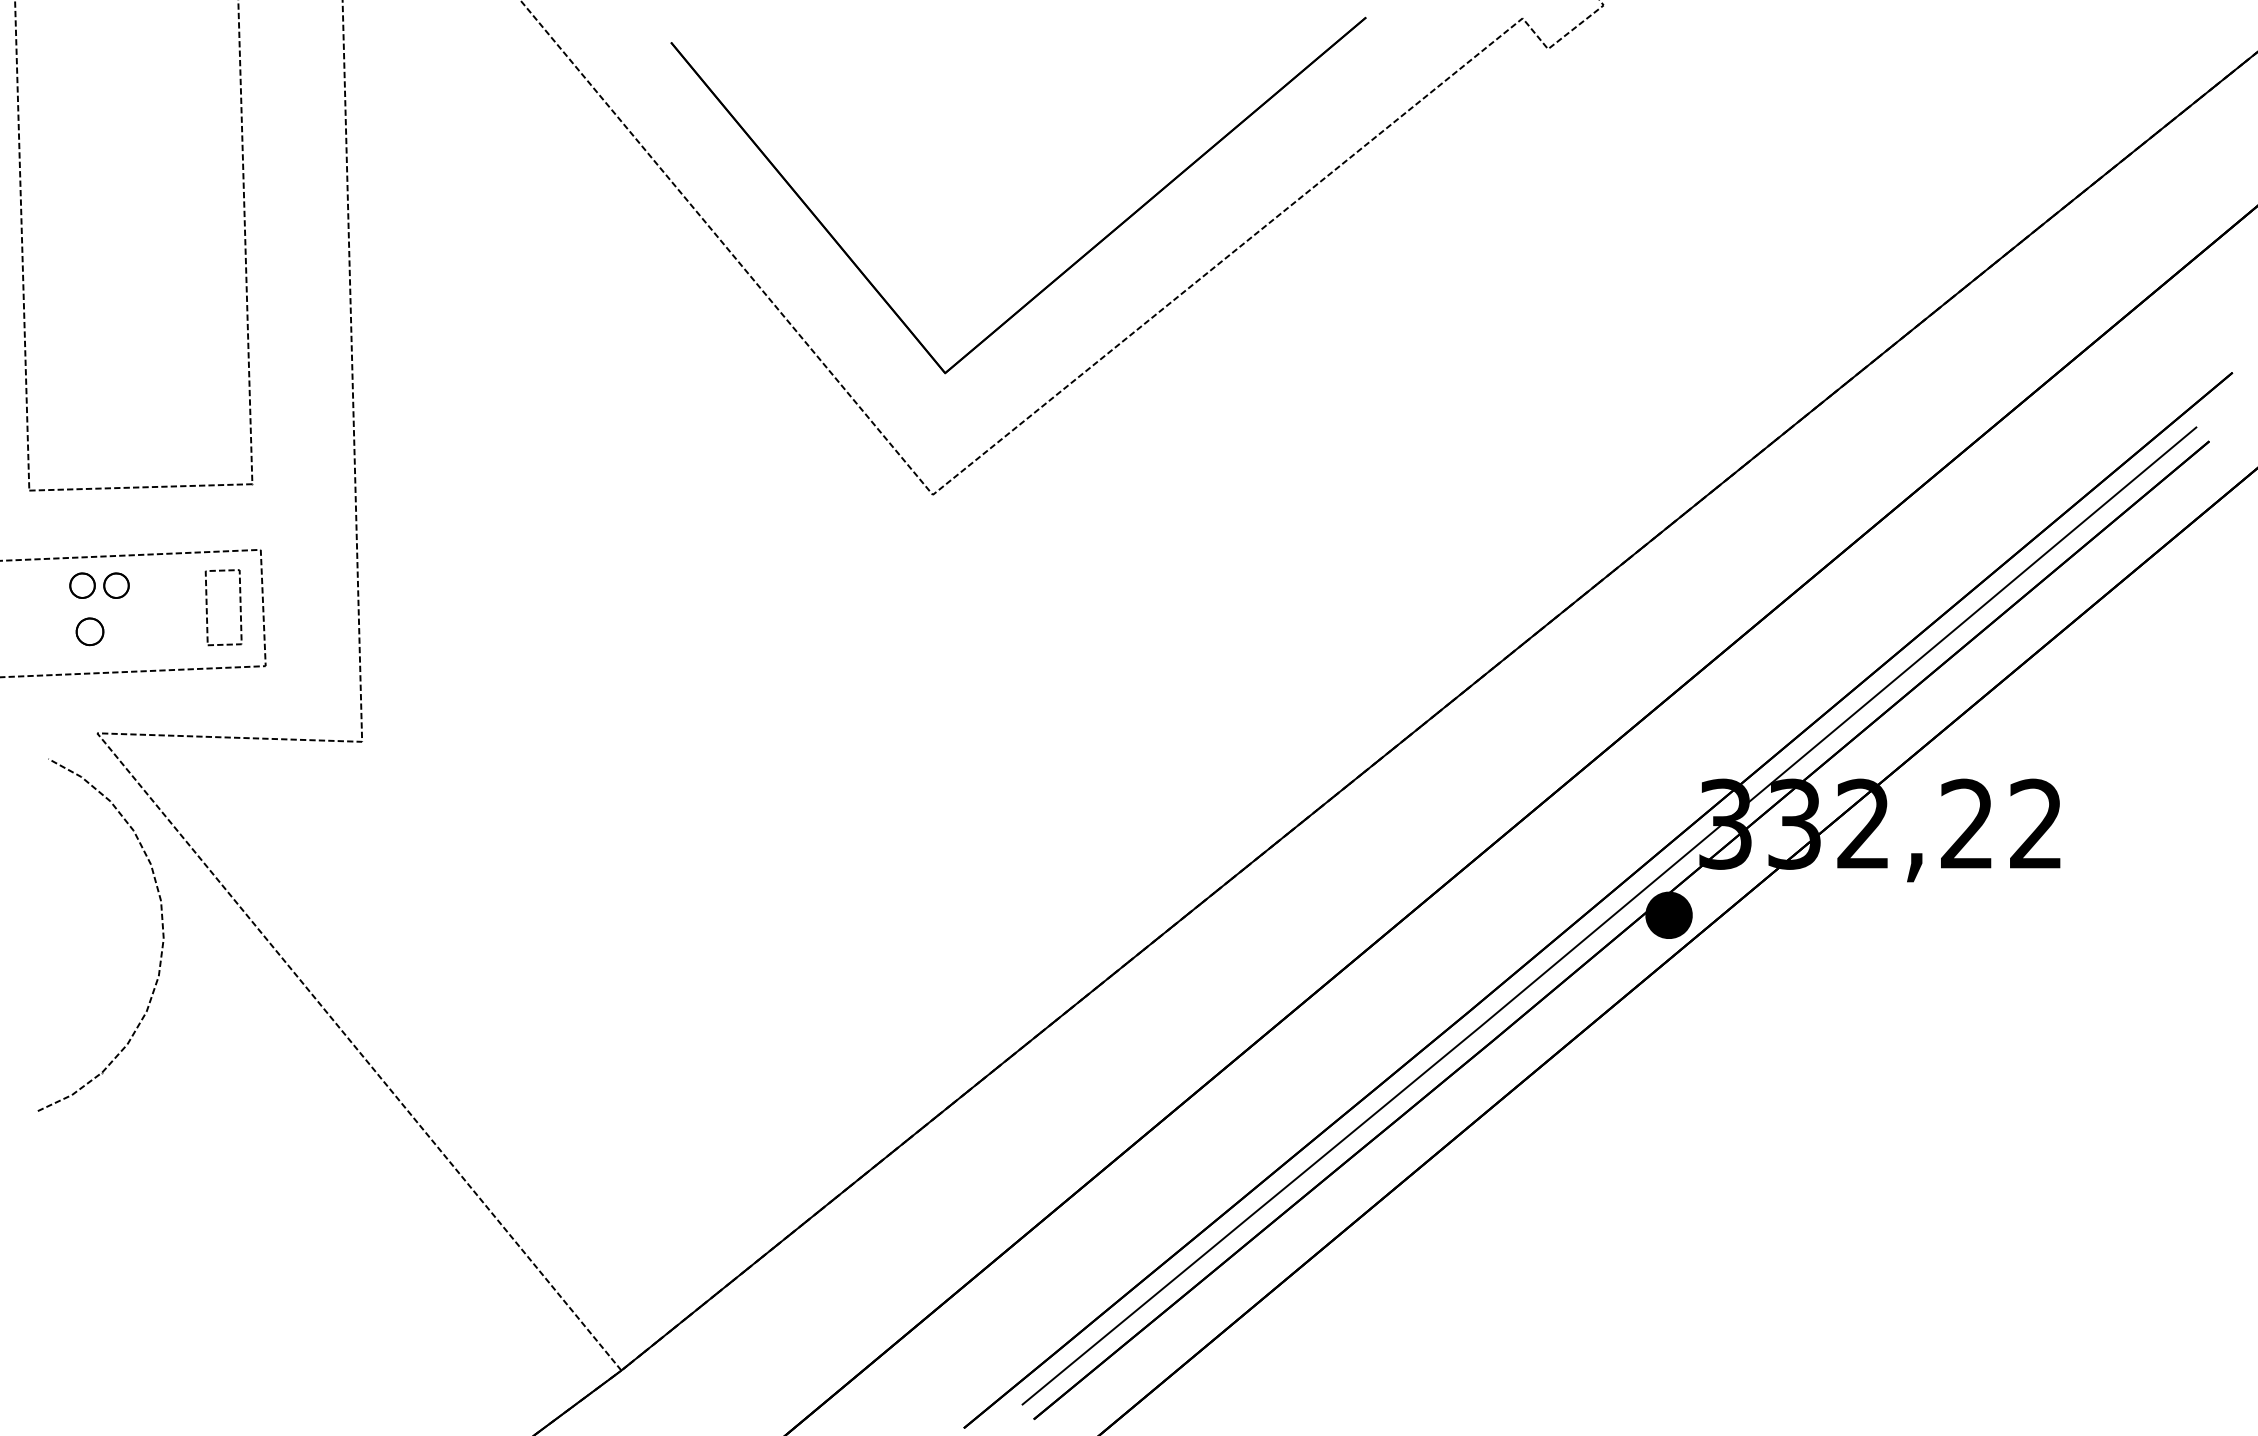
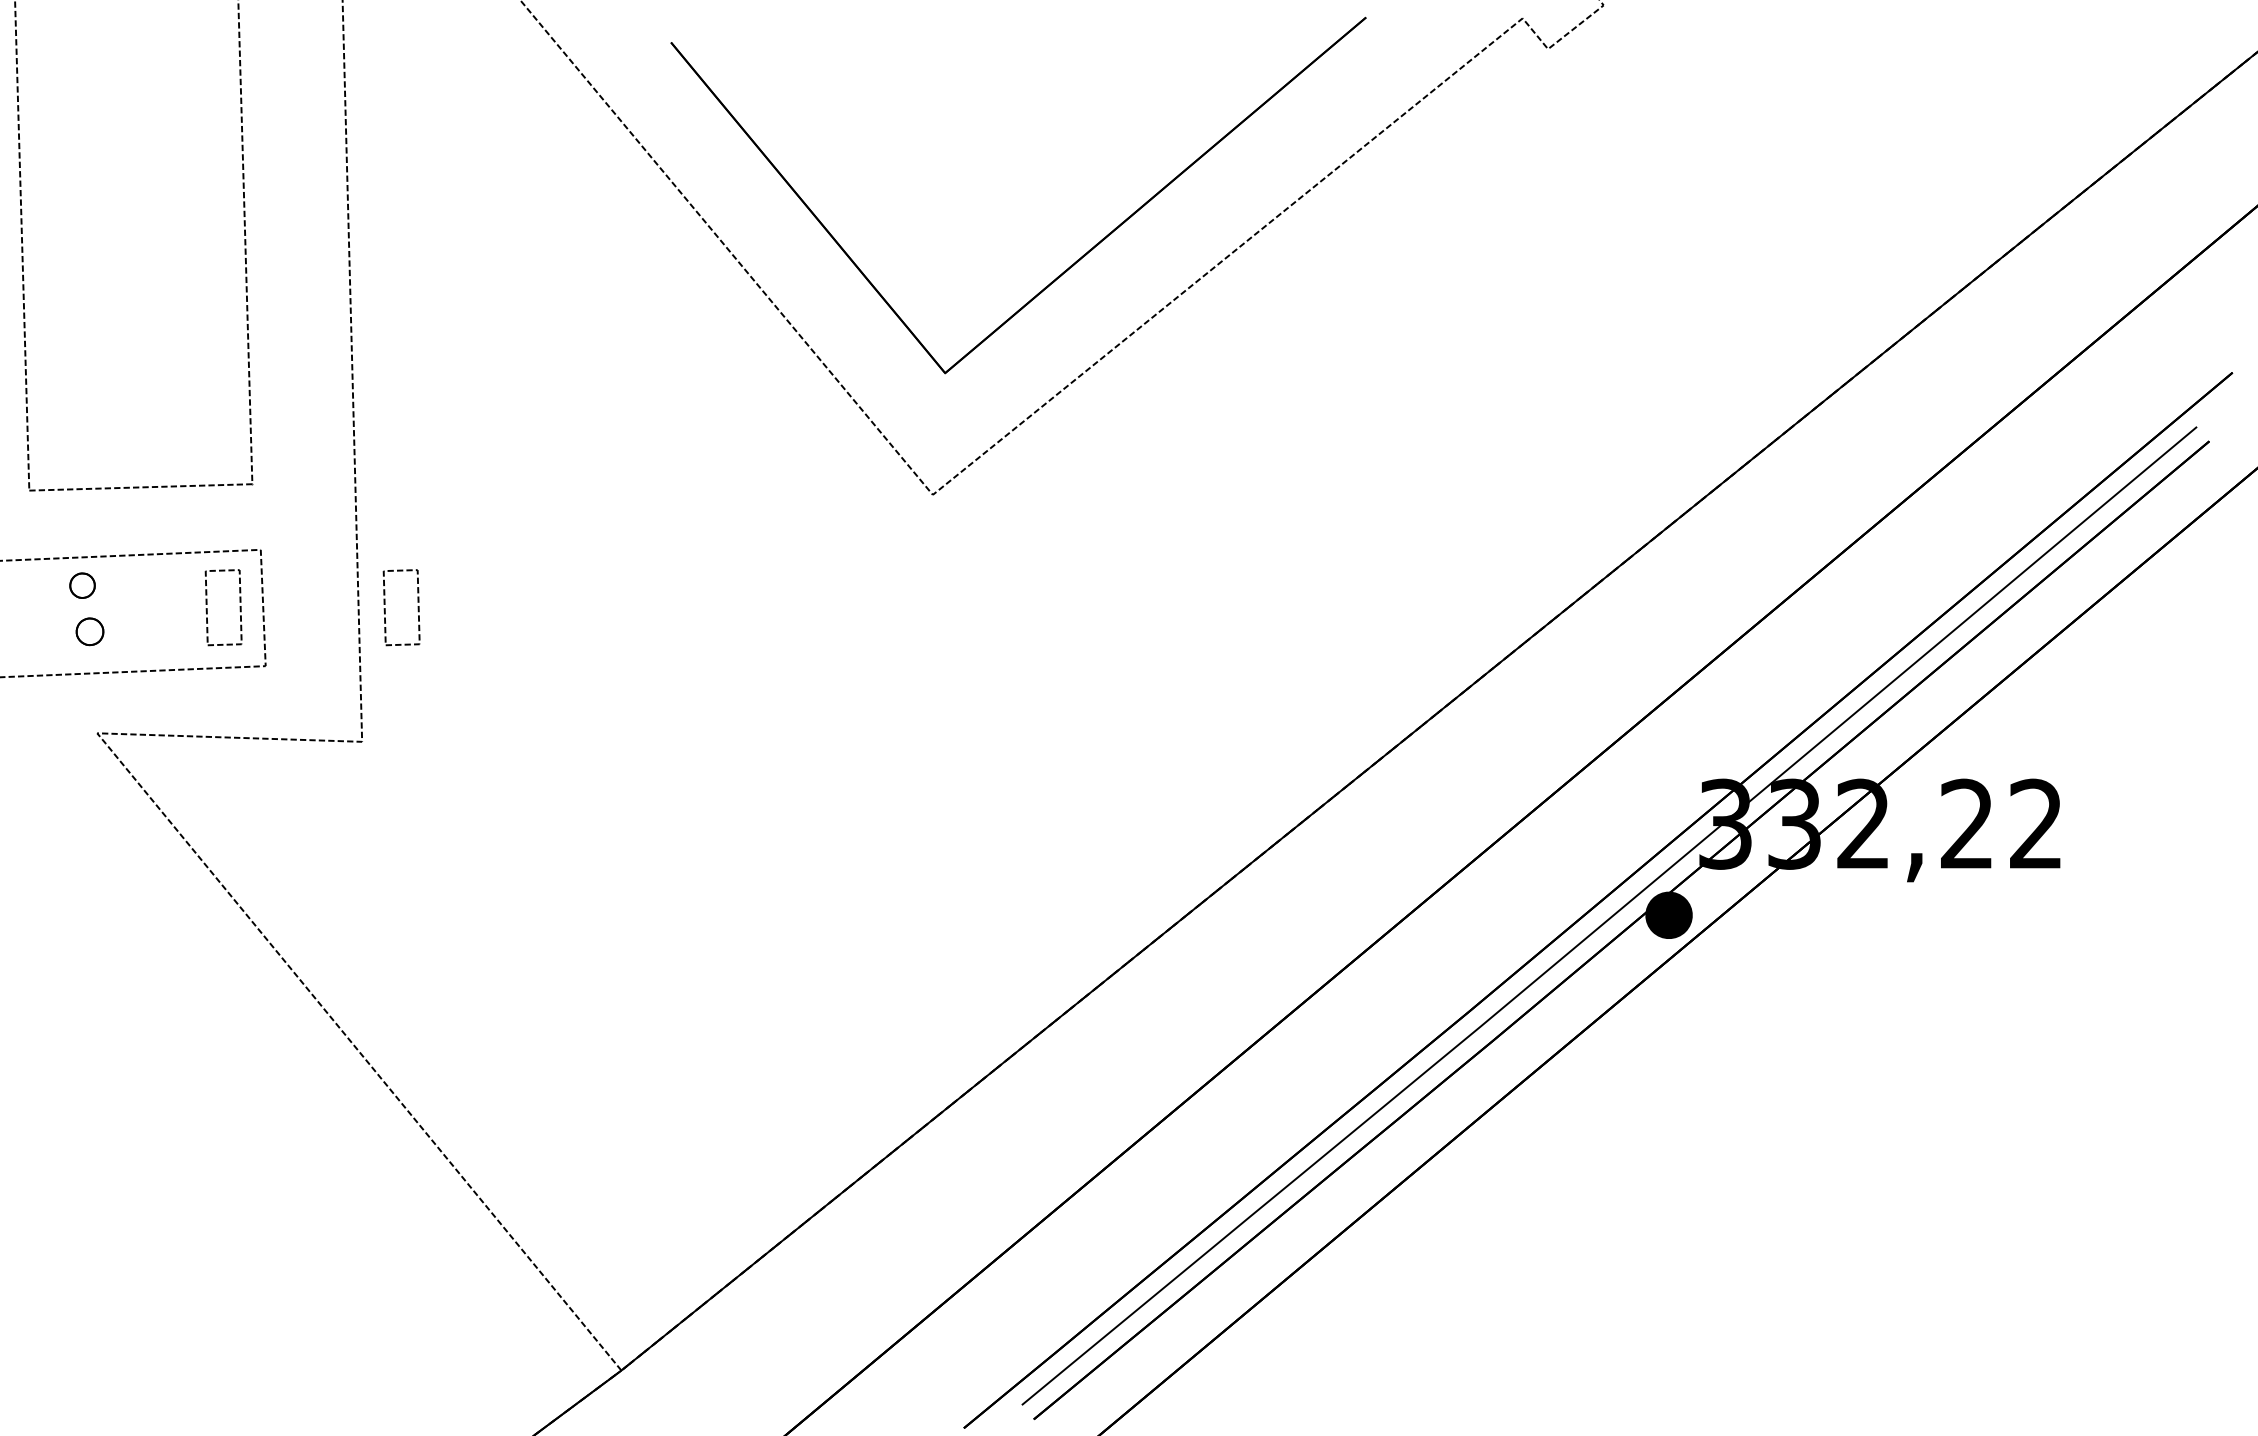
part at (116, 585): present -> none
part at (417, 607): none -> present
curve at (161, 925): present -> none
